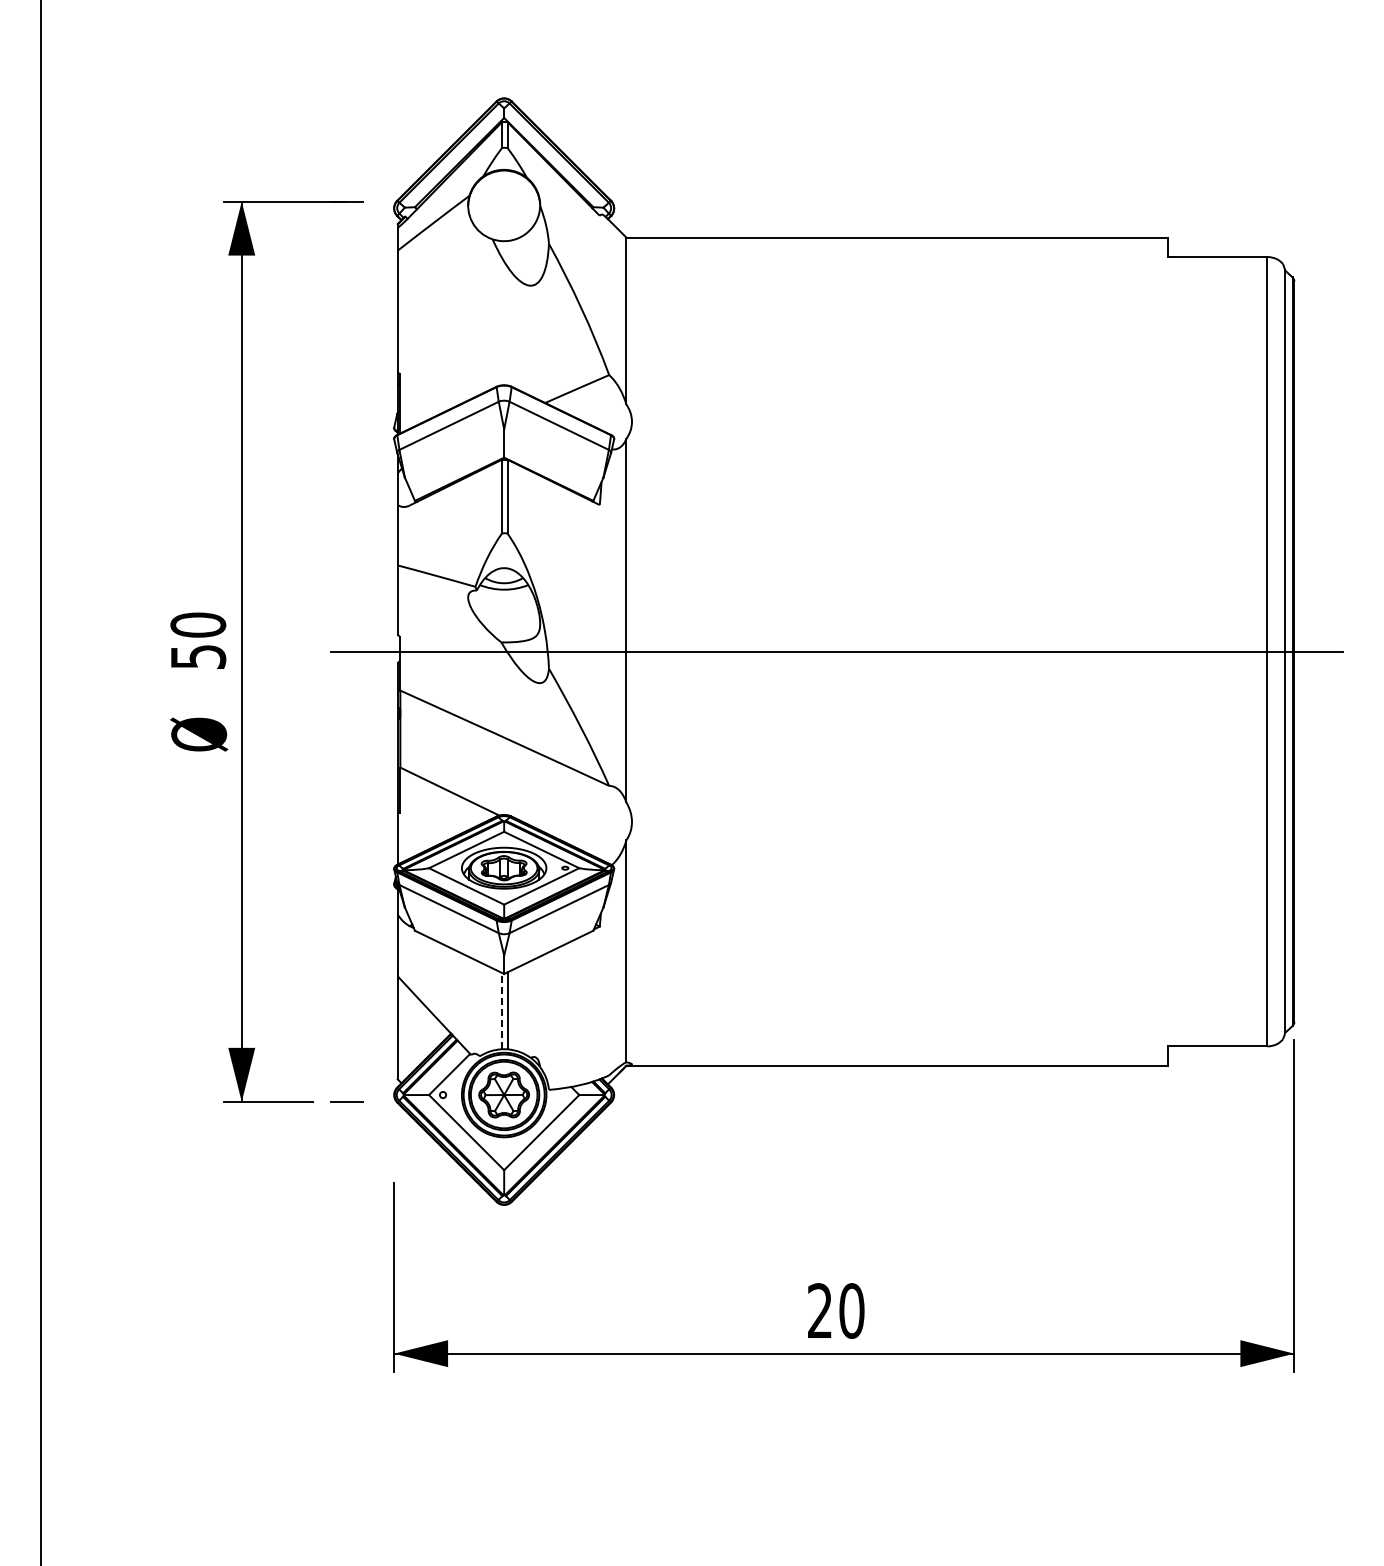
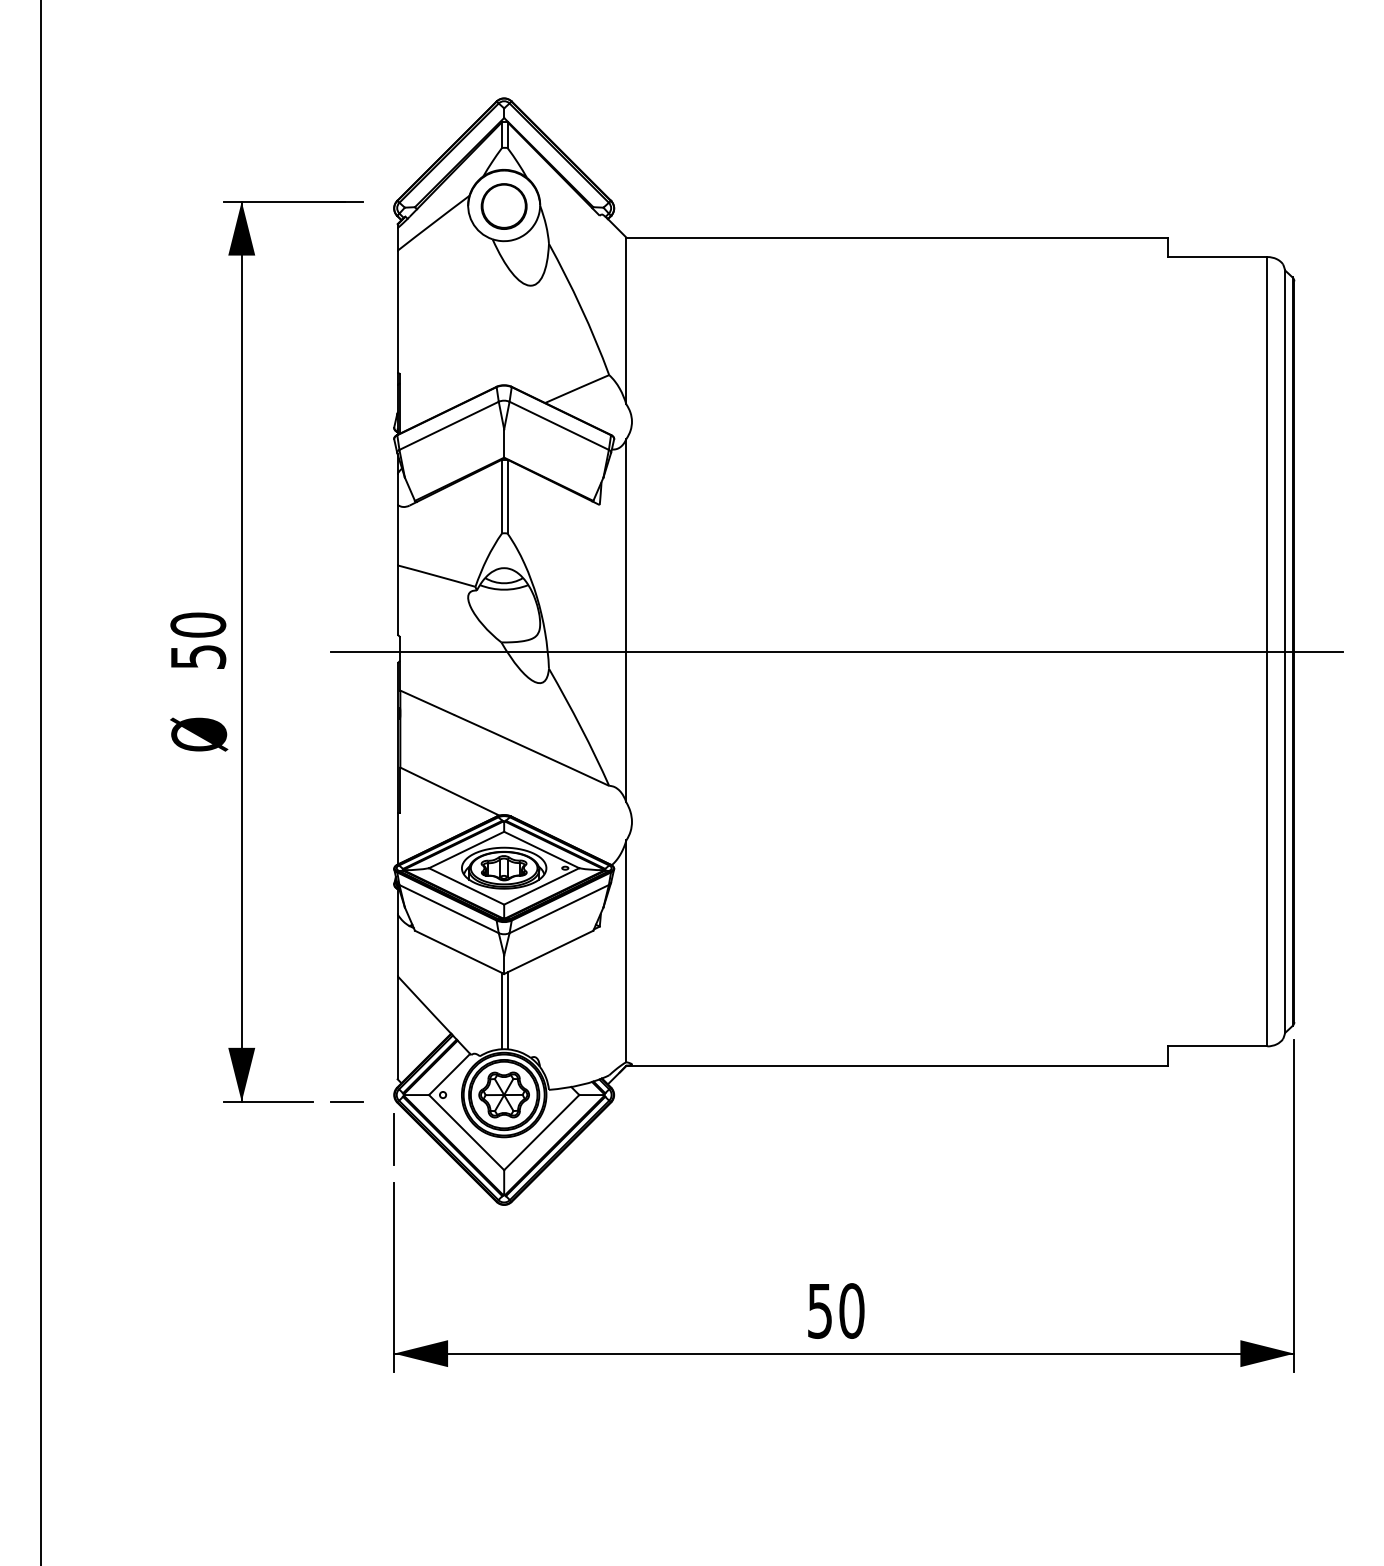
circle at (503, 206): none -> present
line at (502, 1010): dashed -> solid
line at (394, 1139): none -> present
text at (819, 1310): 20 -> 50
